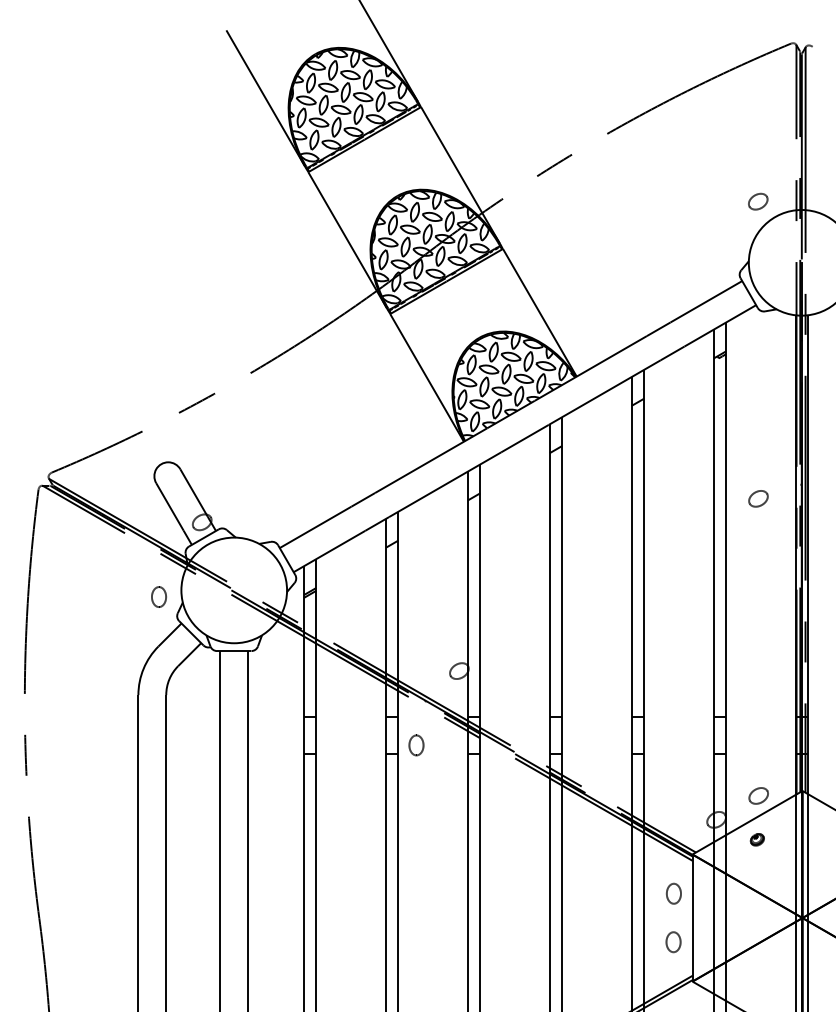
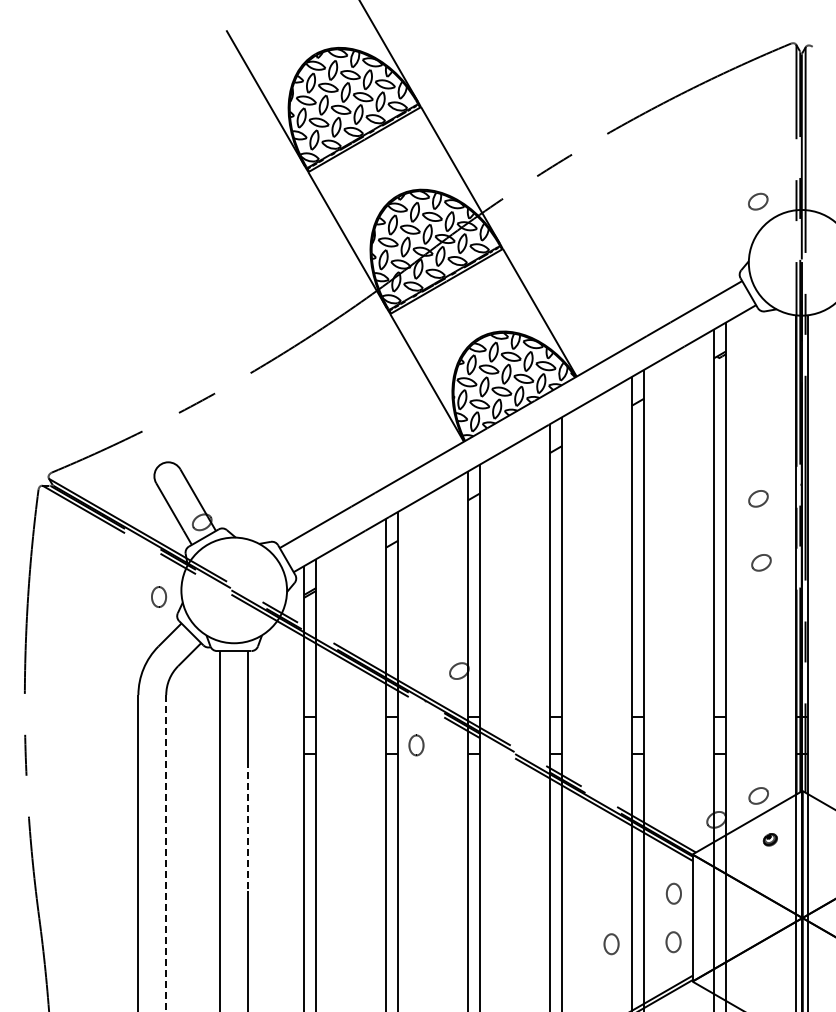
part at (761, 562): none -> present
line at (248, 825): solid -> dashed
part at (756, 839) position: (756, 839) -> (769, 839)
line at (166, 853): solid -> dashed
part at (611, 944): none -> present
